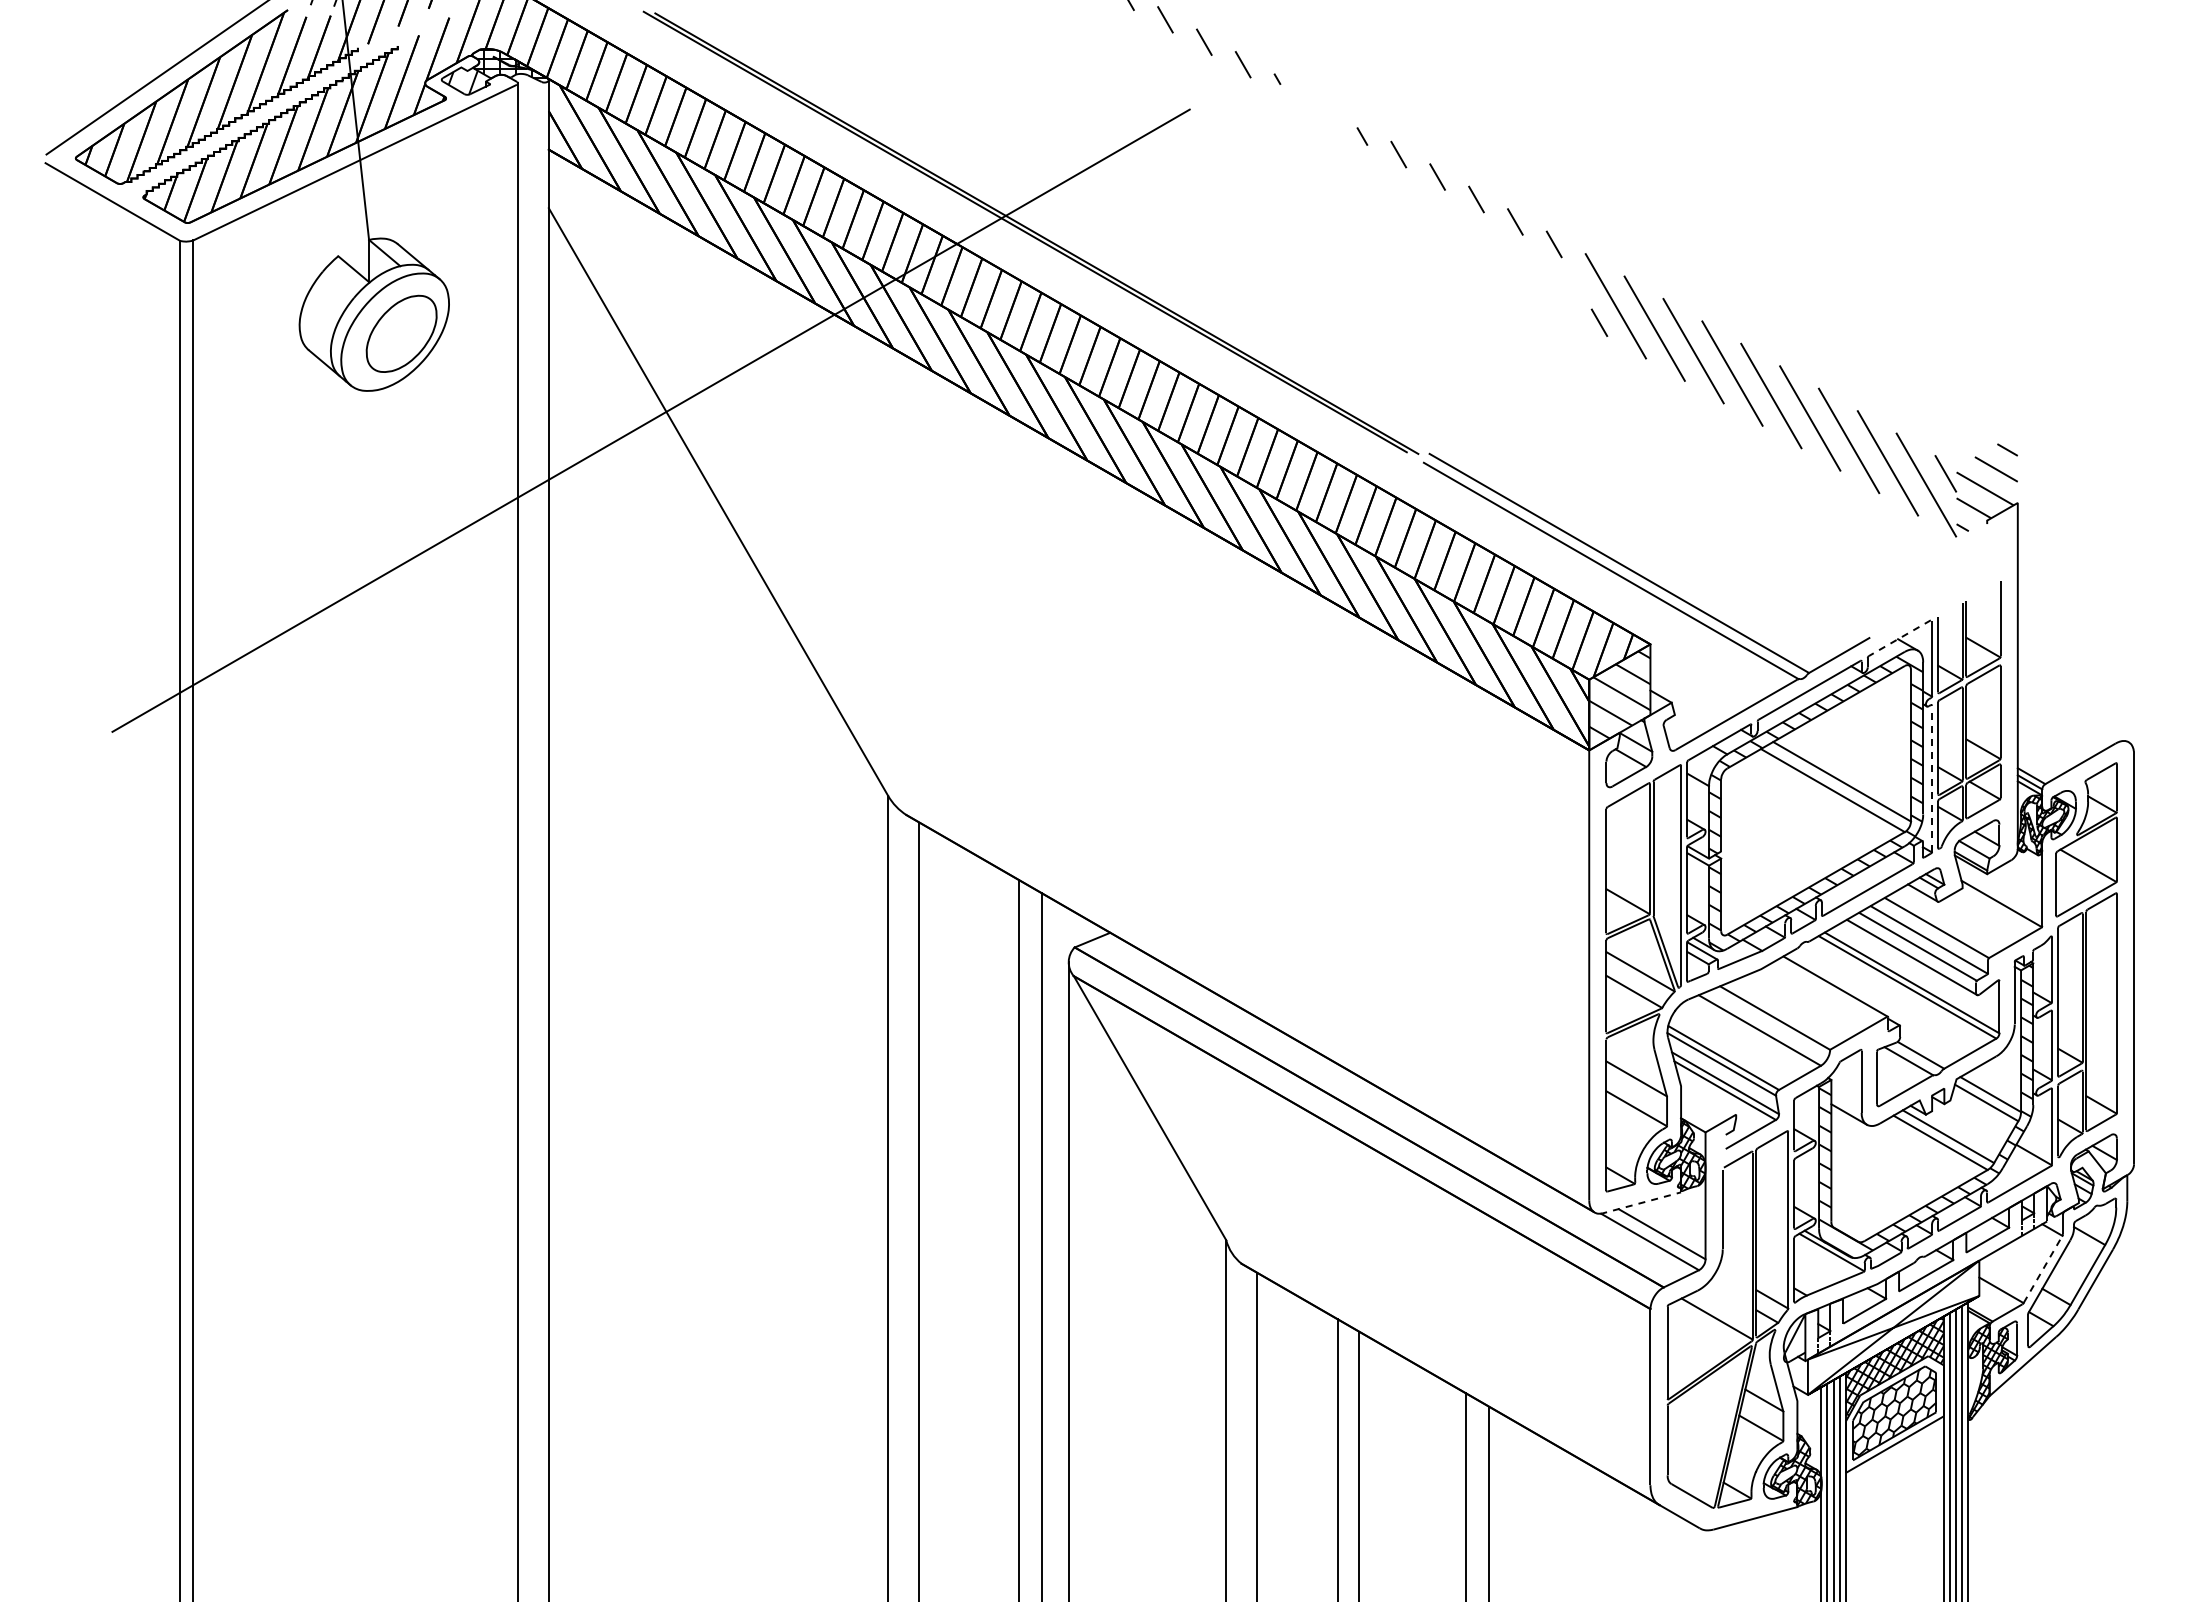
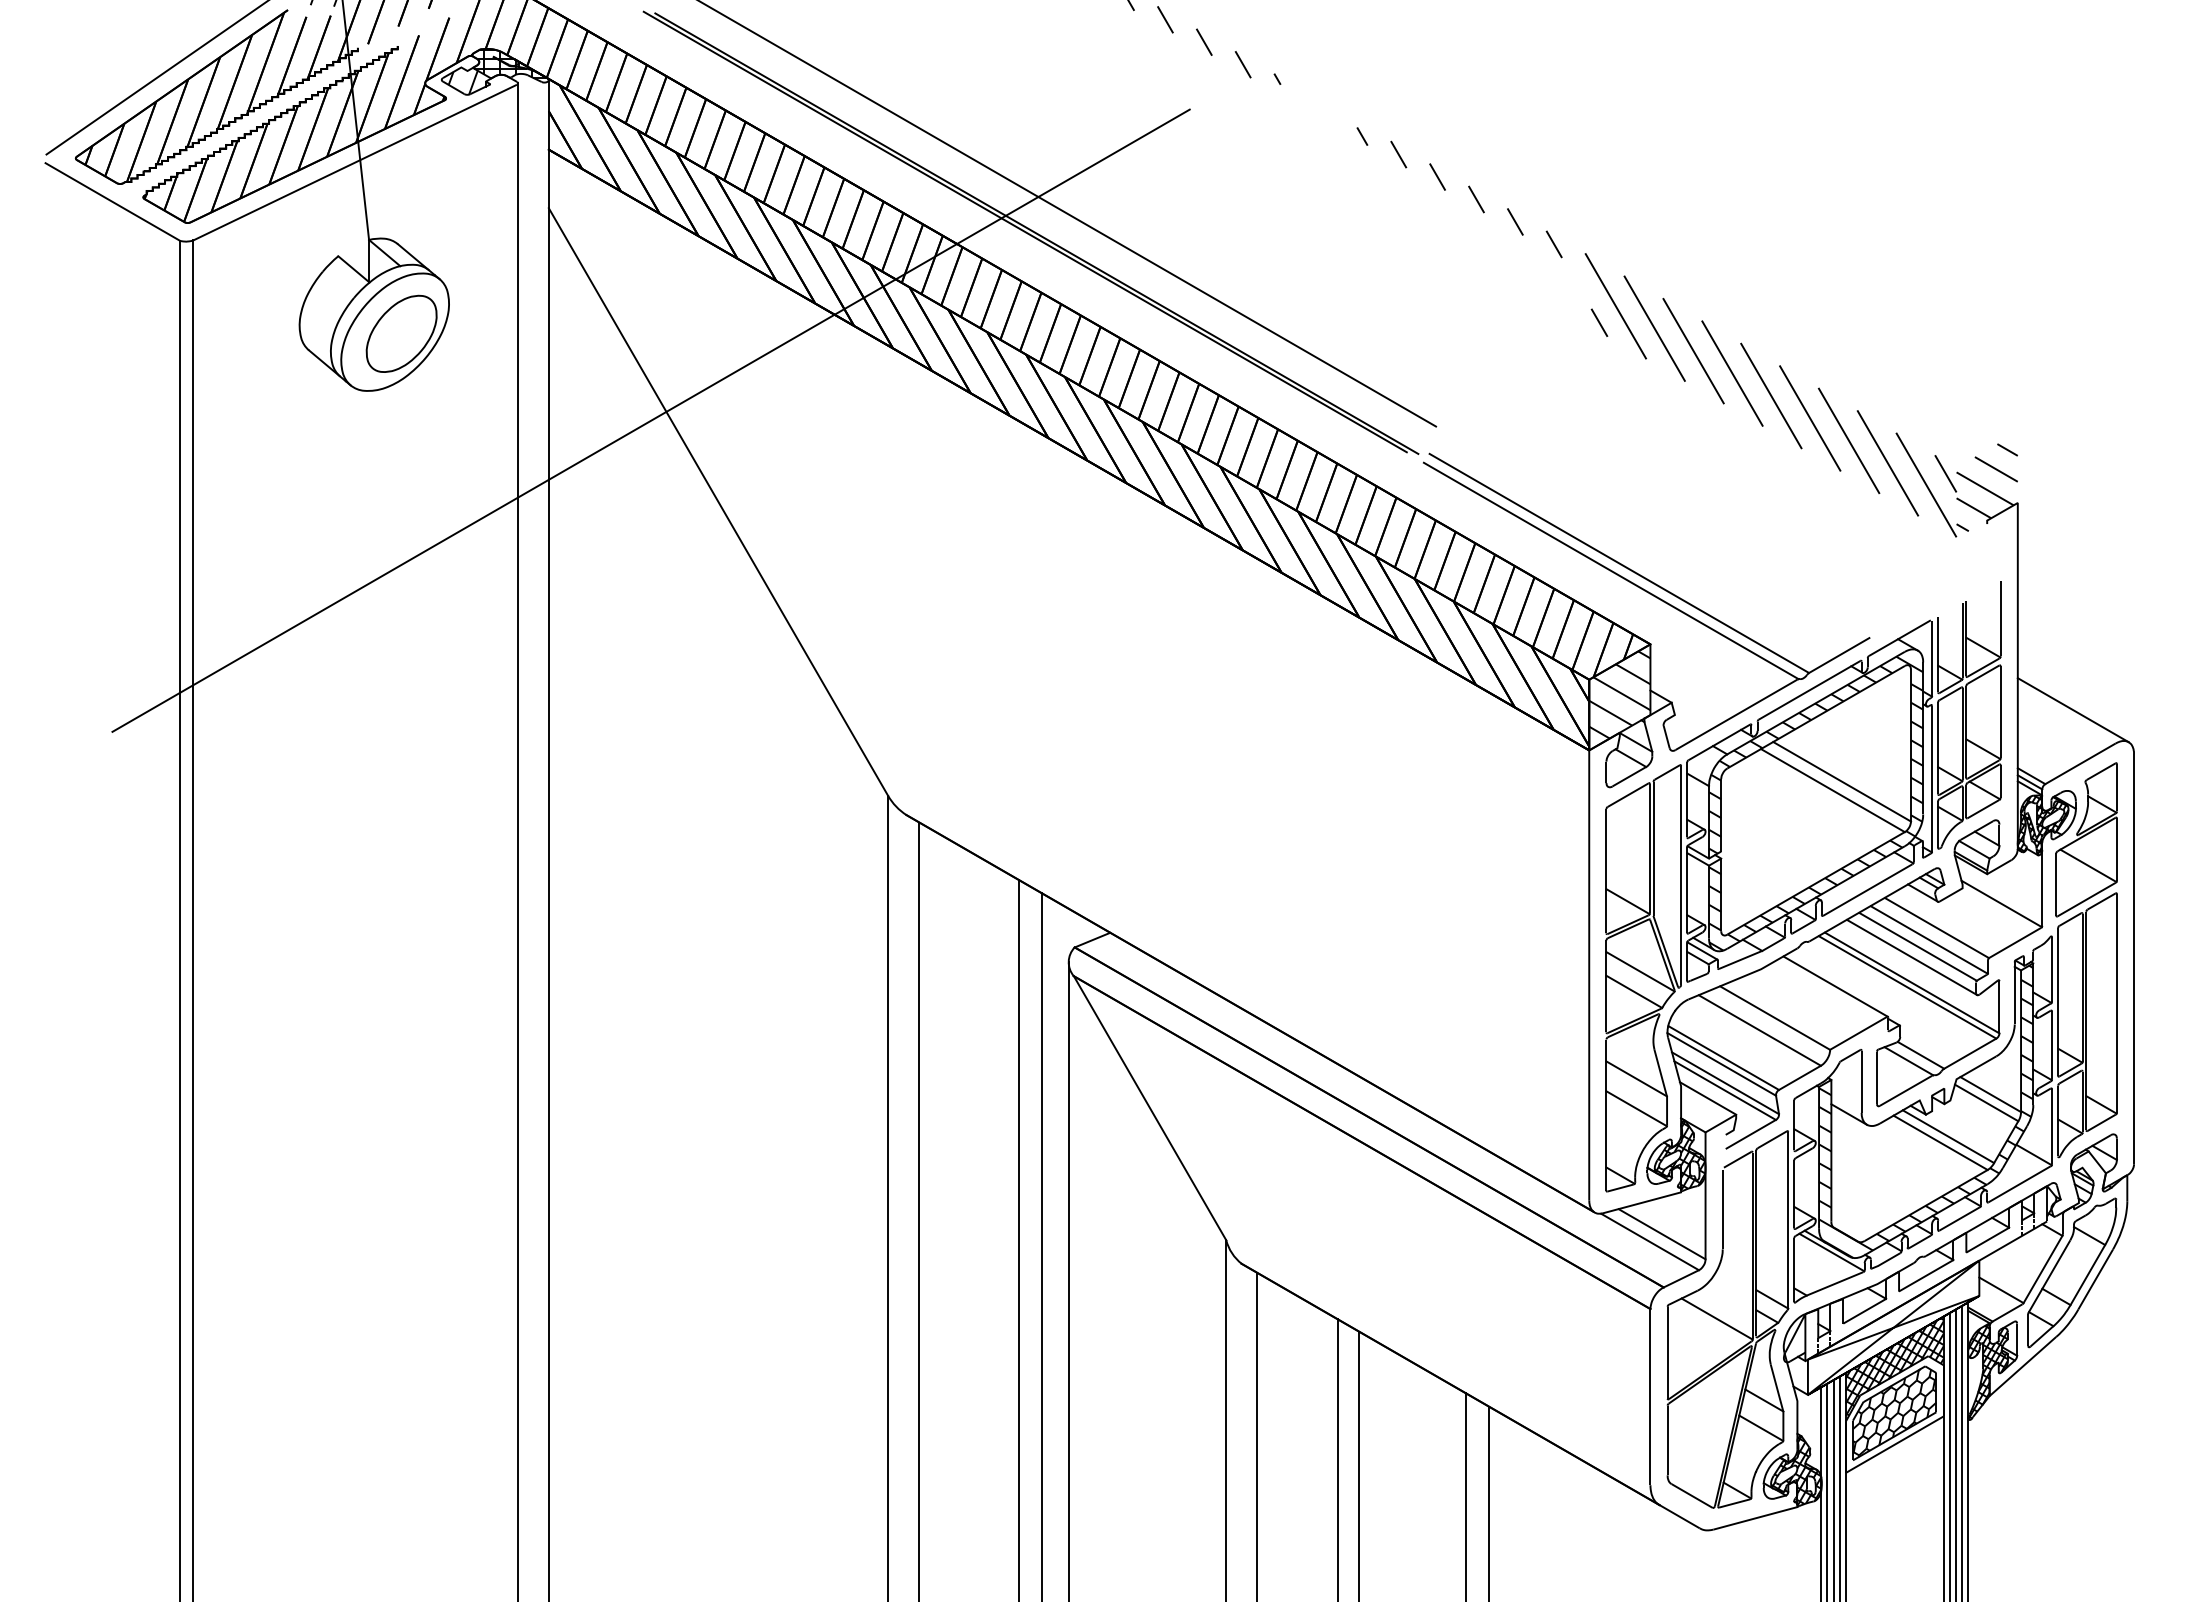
line at (1068, 214): none -> present
line at (1899, 638): dashed -> solid
line at (2072, 710): none -> present
line at (1932, 778): dashed -> solid
line at (1707, 1098): none -> present
line at (1643, 1202): dashed -> solid
line at (2043, 1269): dashed -> solid
